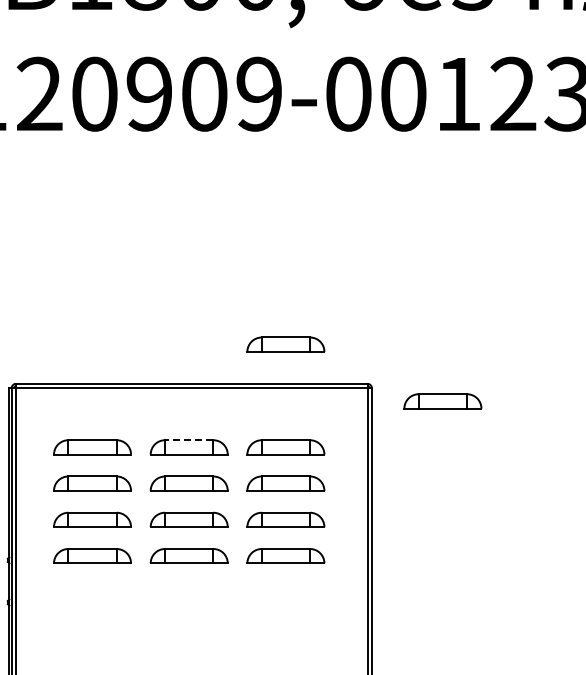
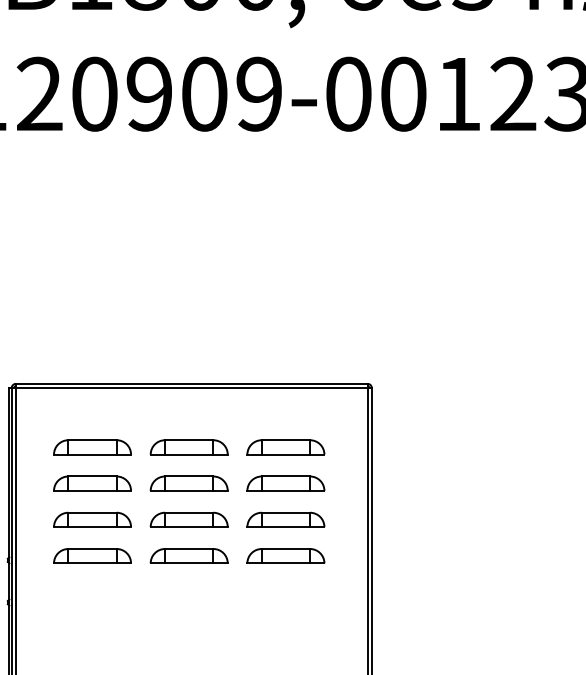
part at (285, 344): present -> none
part at (442, 401): present -> none
line at (188, 440): dashed -> solid
